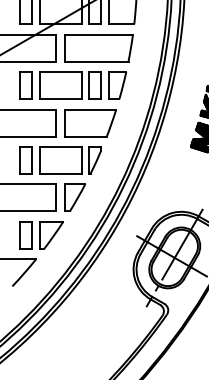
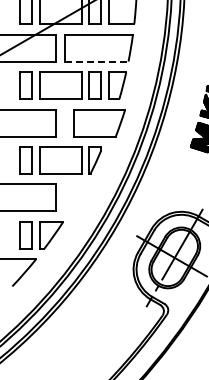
line at (96, 61): solid -> dashed
part at (90, 123) position: (90, 123) -> (99, 123)
part at (74, 197): present -> none
